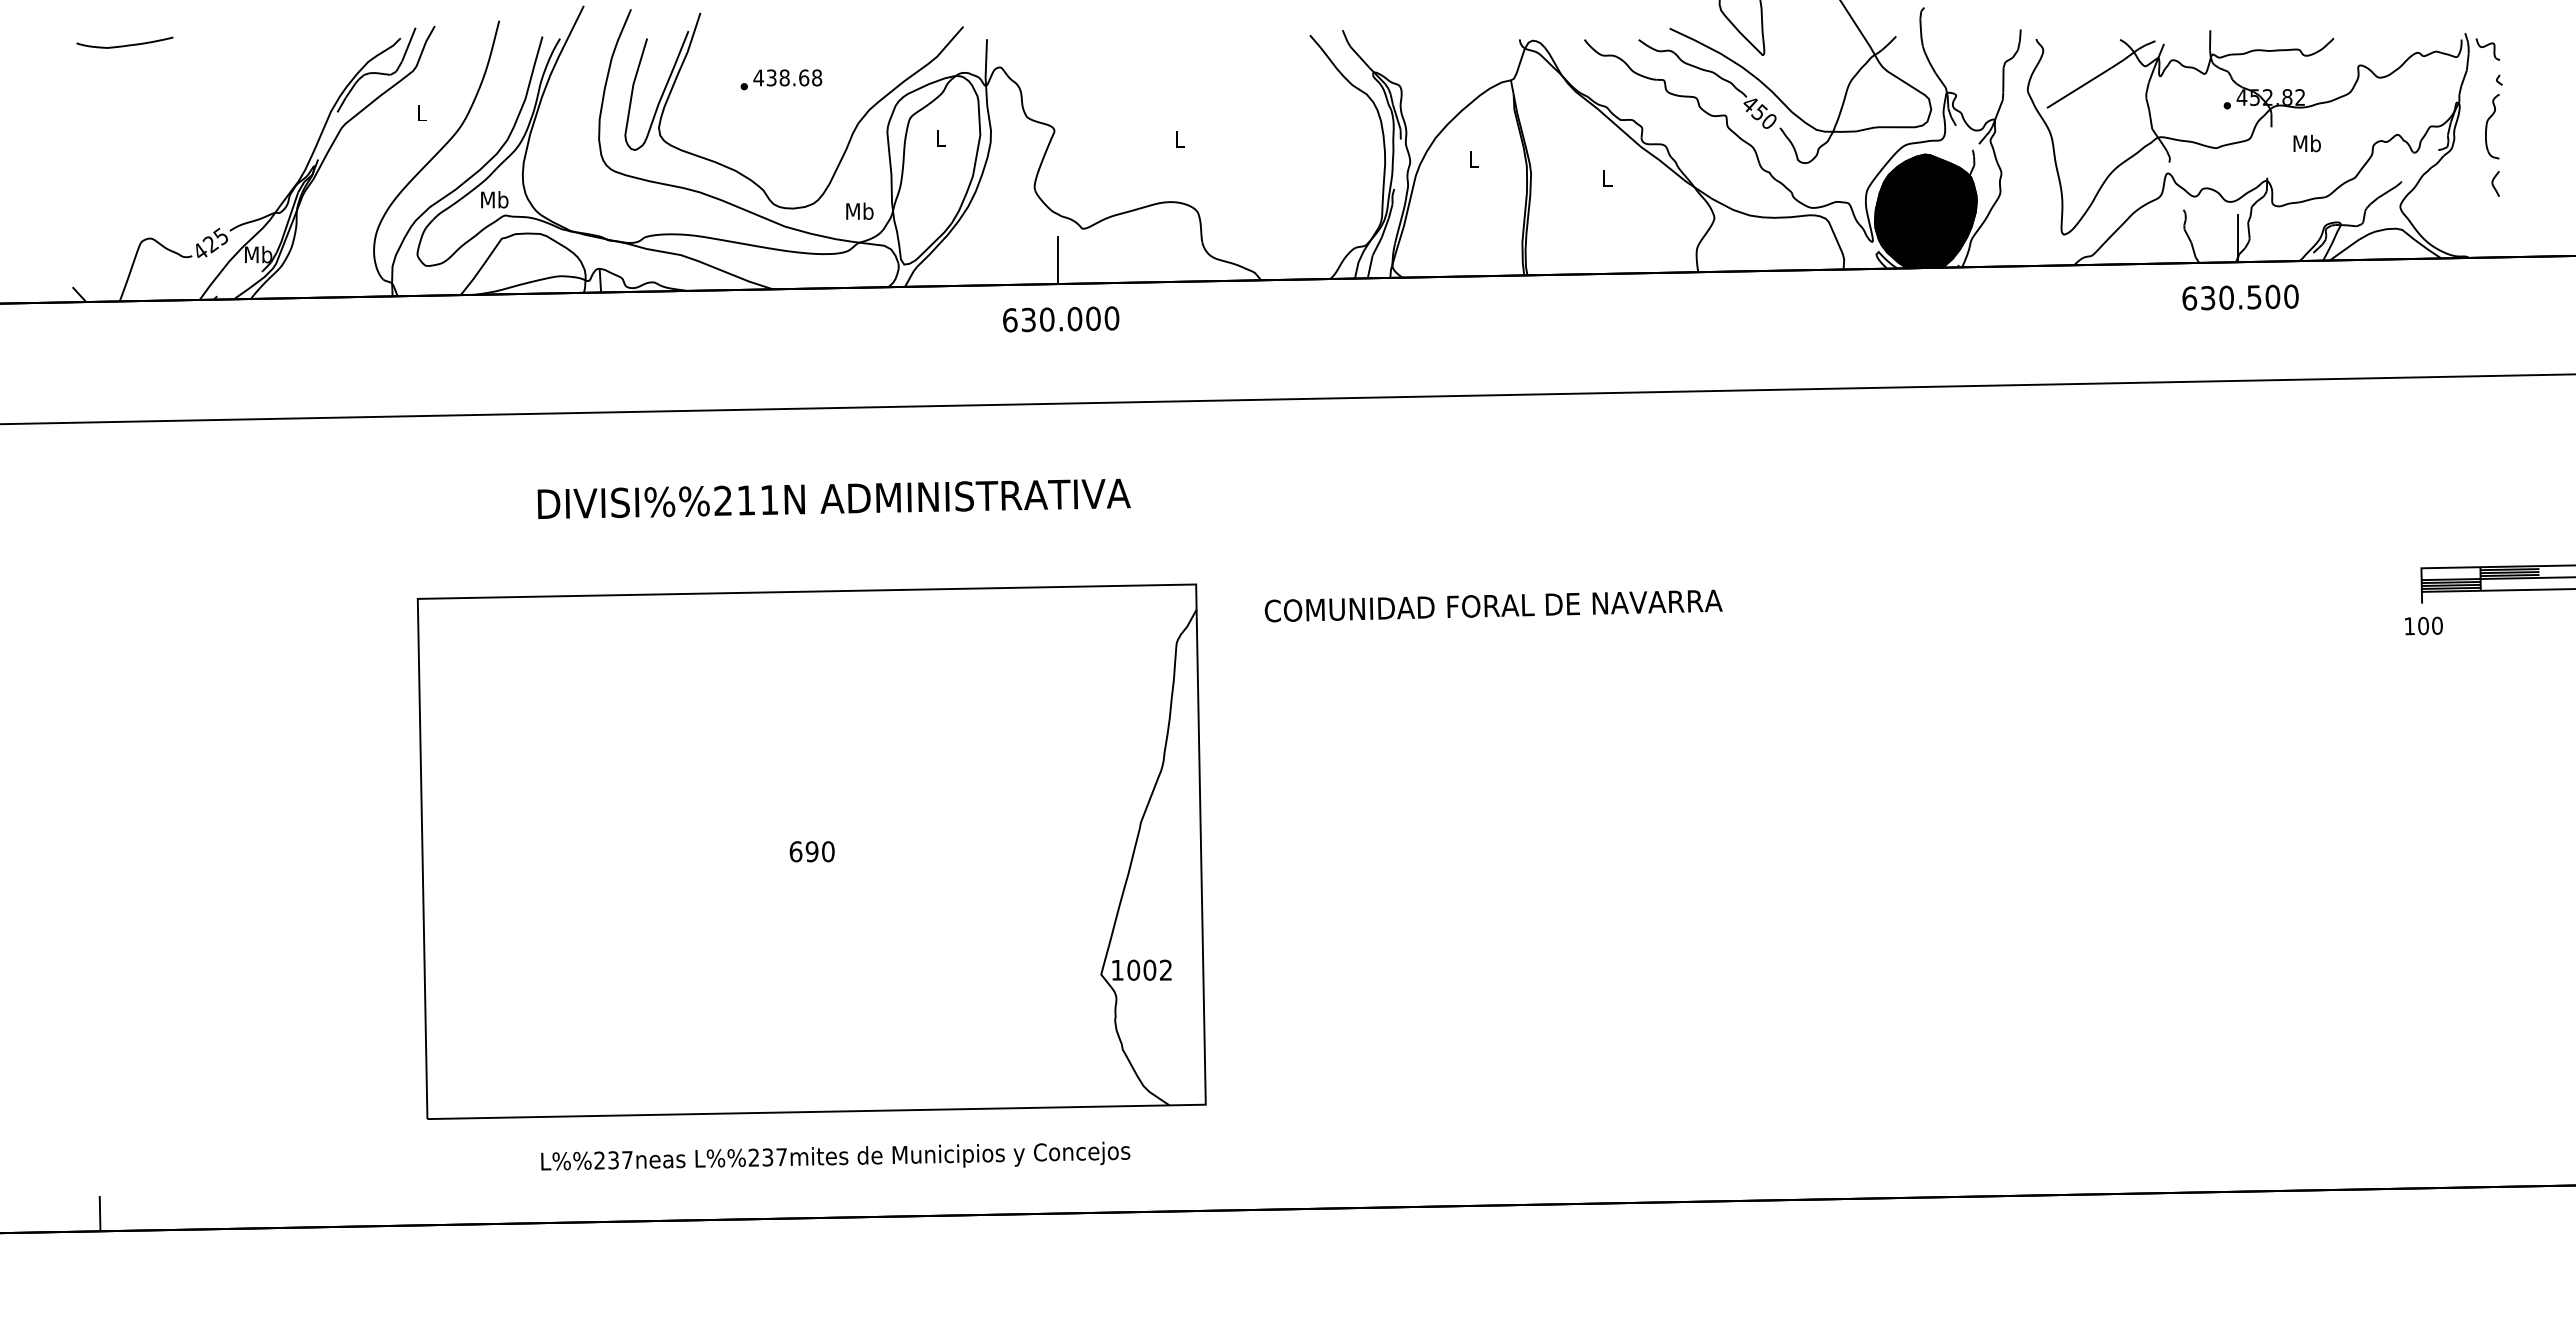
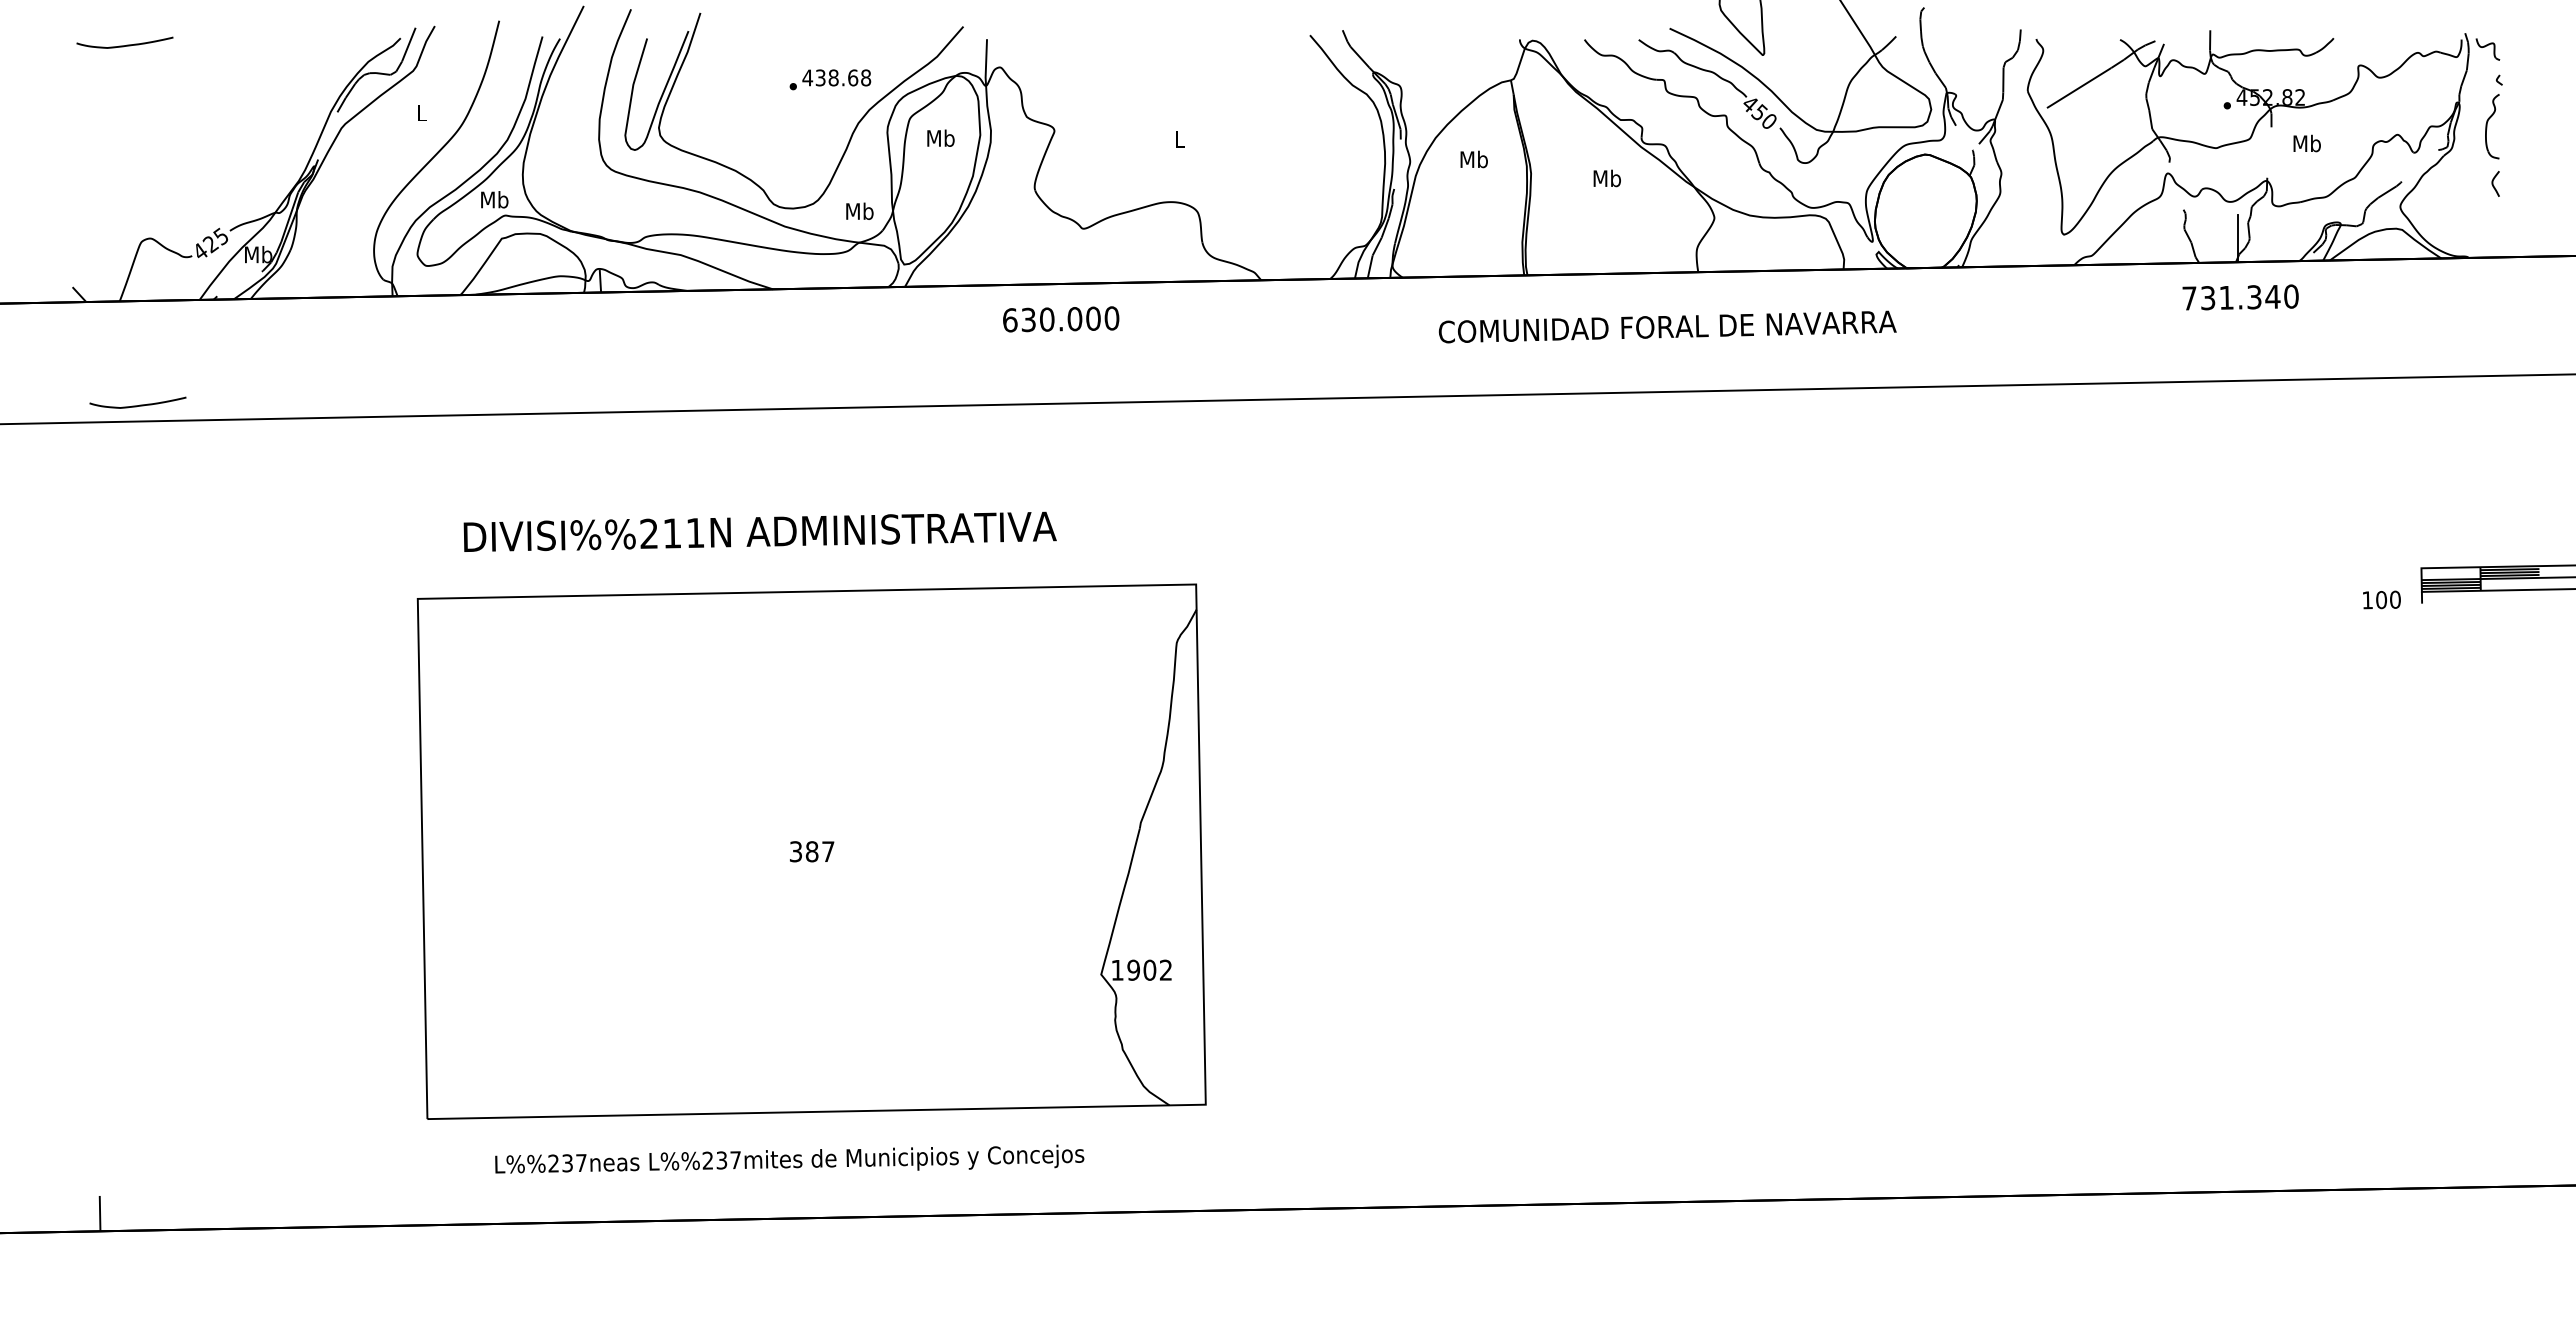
text at (781, 79) position: (781, 79) -> (830, 79)
text at (940, 137): L -> Mb
text at (1473, 159): L -> Mb
text at (1606, 178): L -> Mb
fill at (1925, 211): present -> none
line at (1058, 260): present -> none
text at (2231, 297): 630.500 -> 731.340
curve at (139, 404): none -> present
text at (833, 498) position: (833, 498) -> (759, 531)
text at (1493, 605) position: (1493, 605) -> (1667, 326)
text at (2423, 625) position: (2423, 625) -> (2381, 599)
text at (811, 851): 690 -> 387
text at (1133, 970): 1002 -> 1902
text at (835, 1155) position: (835, 1155) -> (789, 1158)
